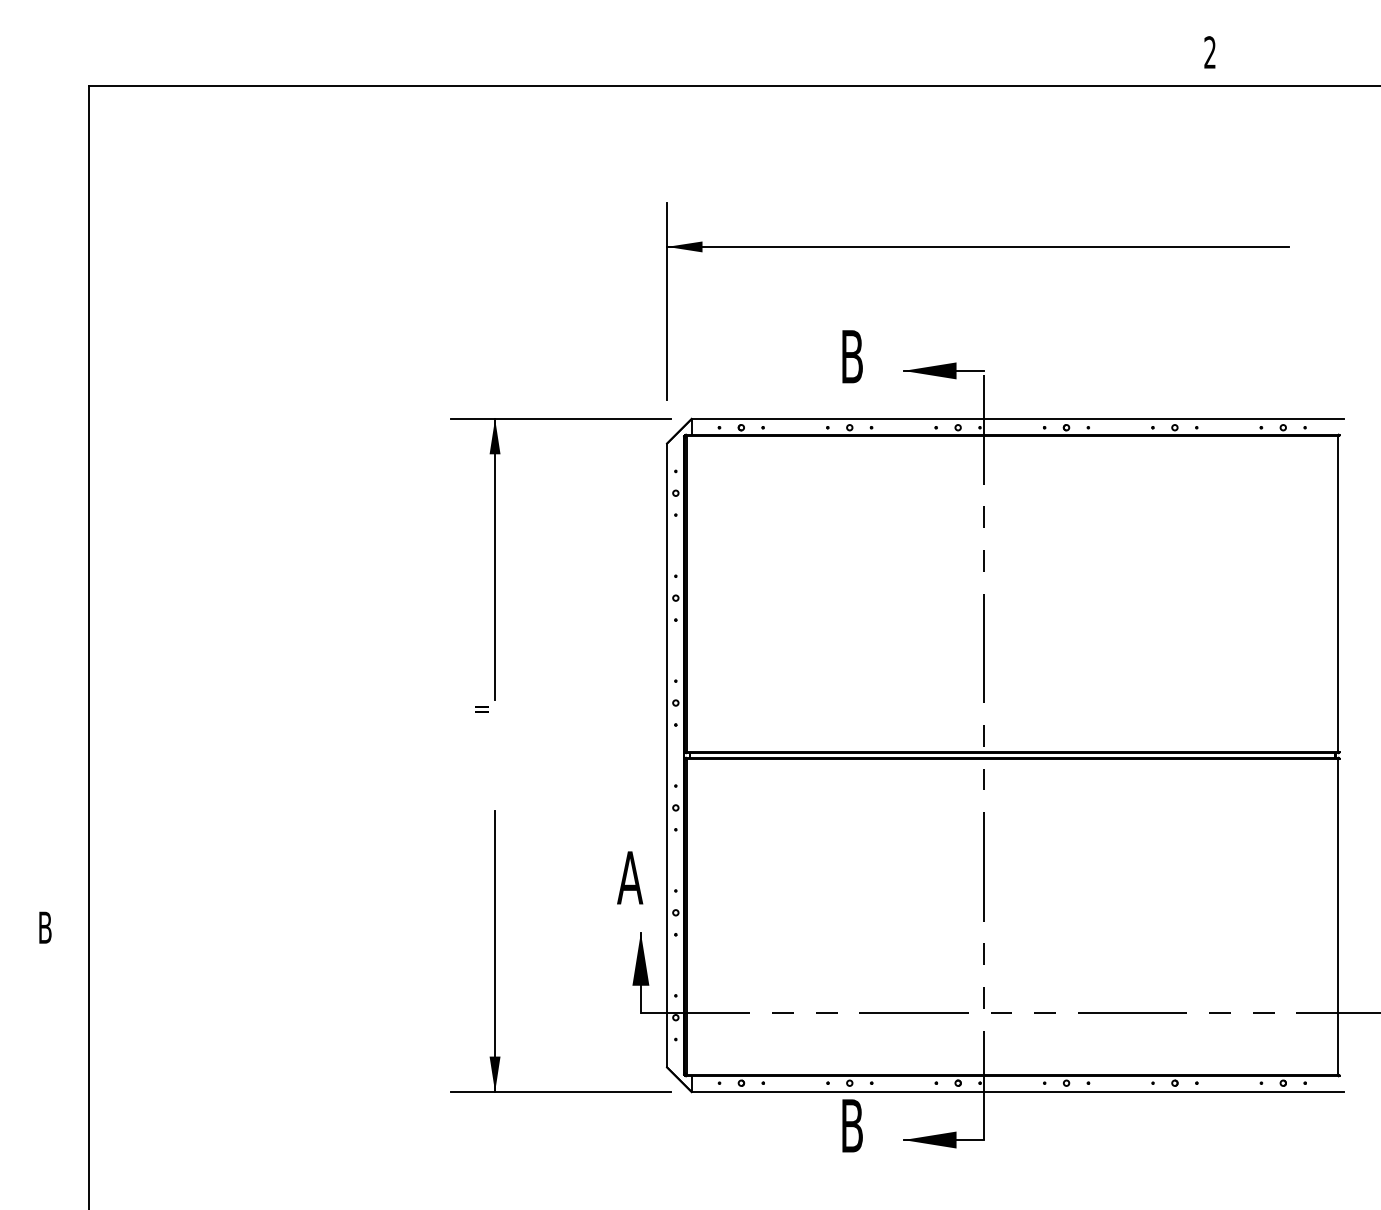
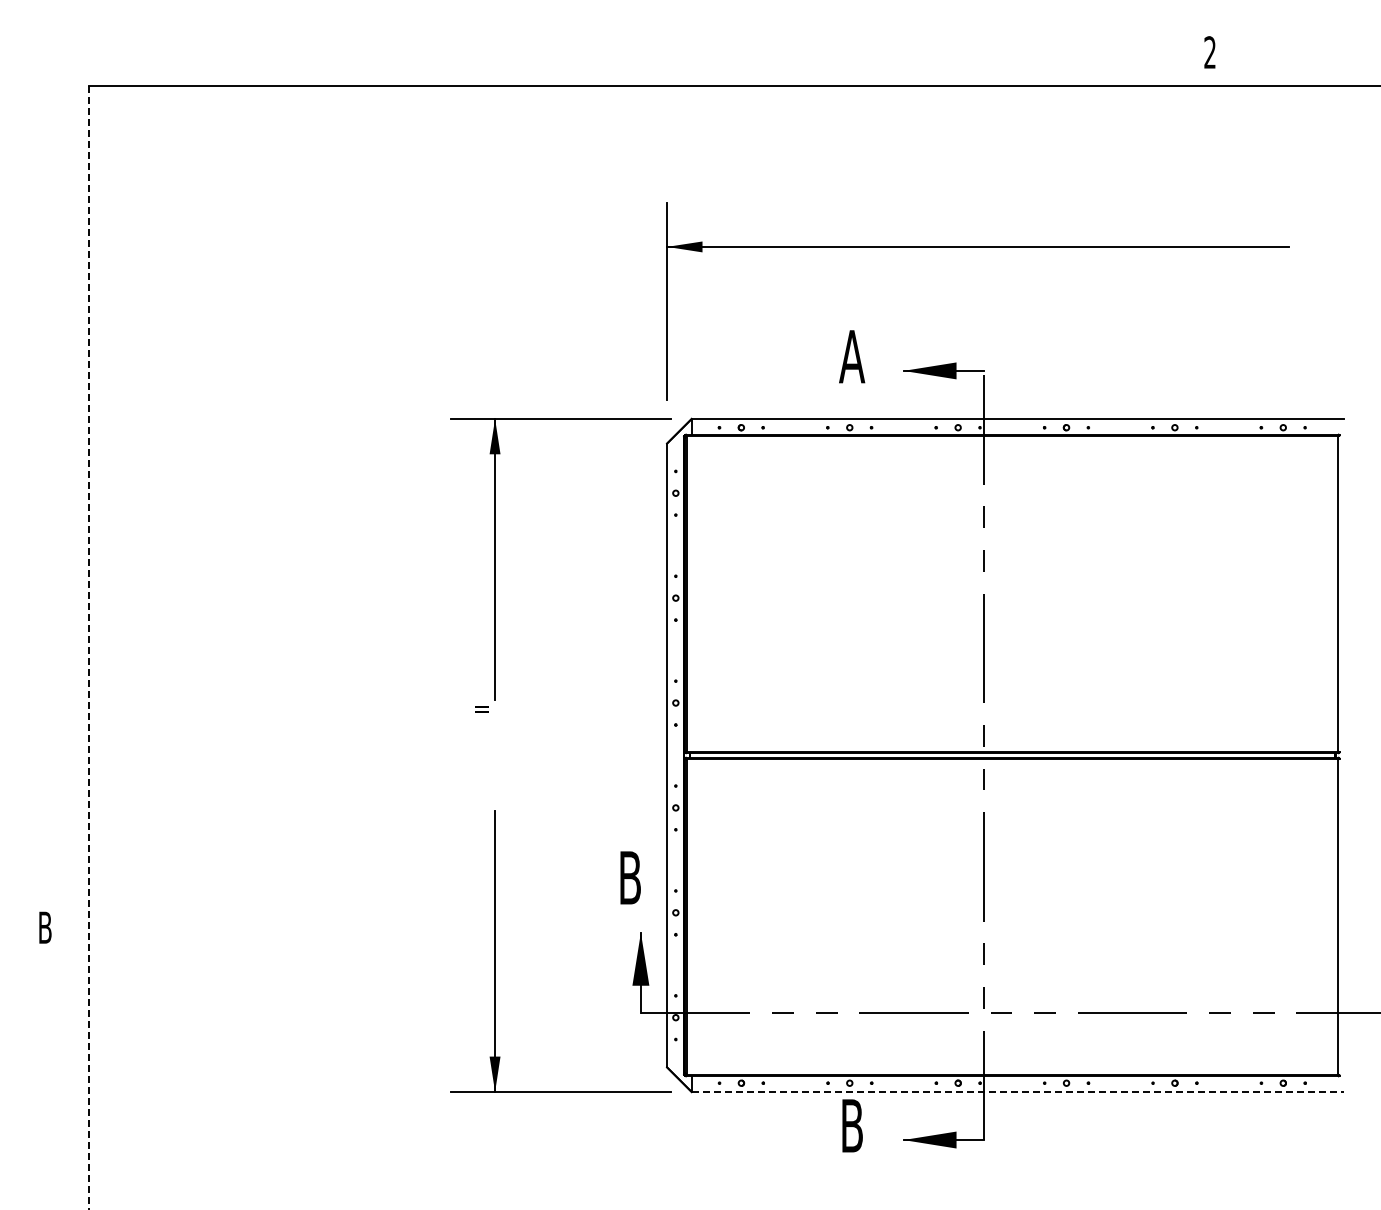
text at (852, 356): B -> A
line at (89, 648): solid -> dashed
text at (630, 877): A -> B
line at (1018, 1091): solid -> dashed
